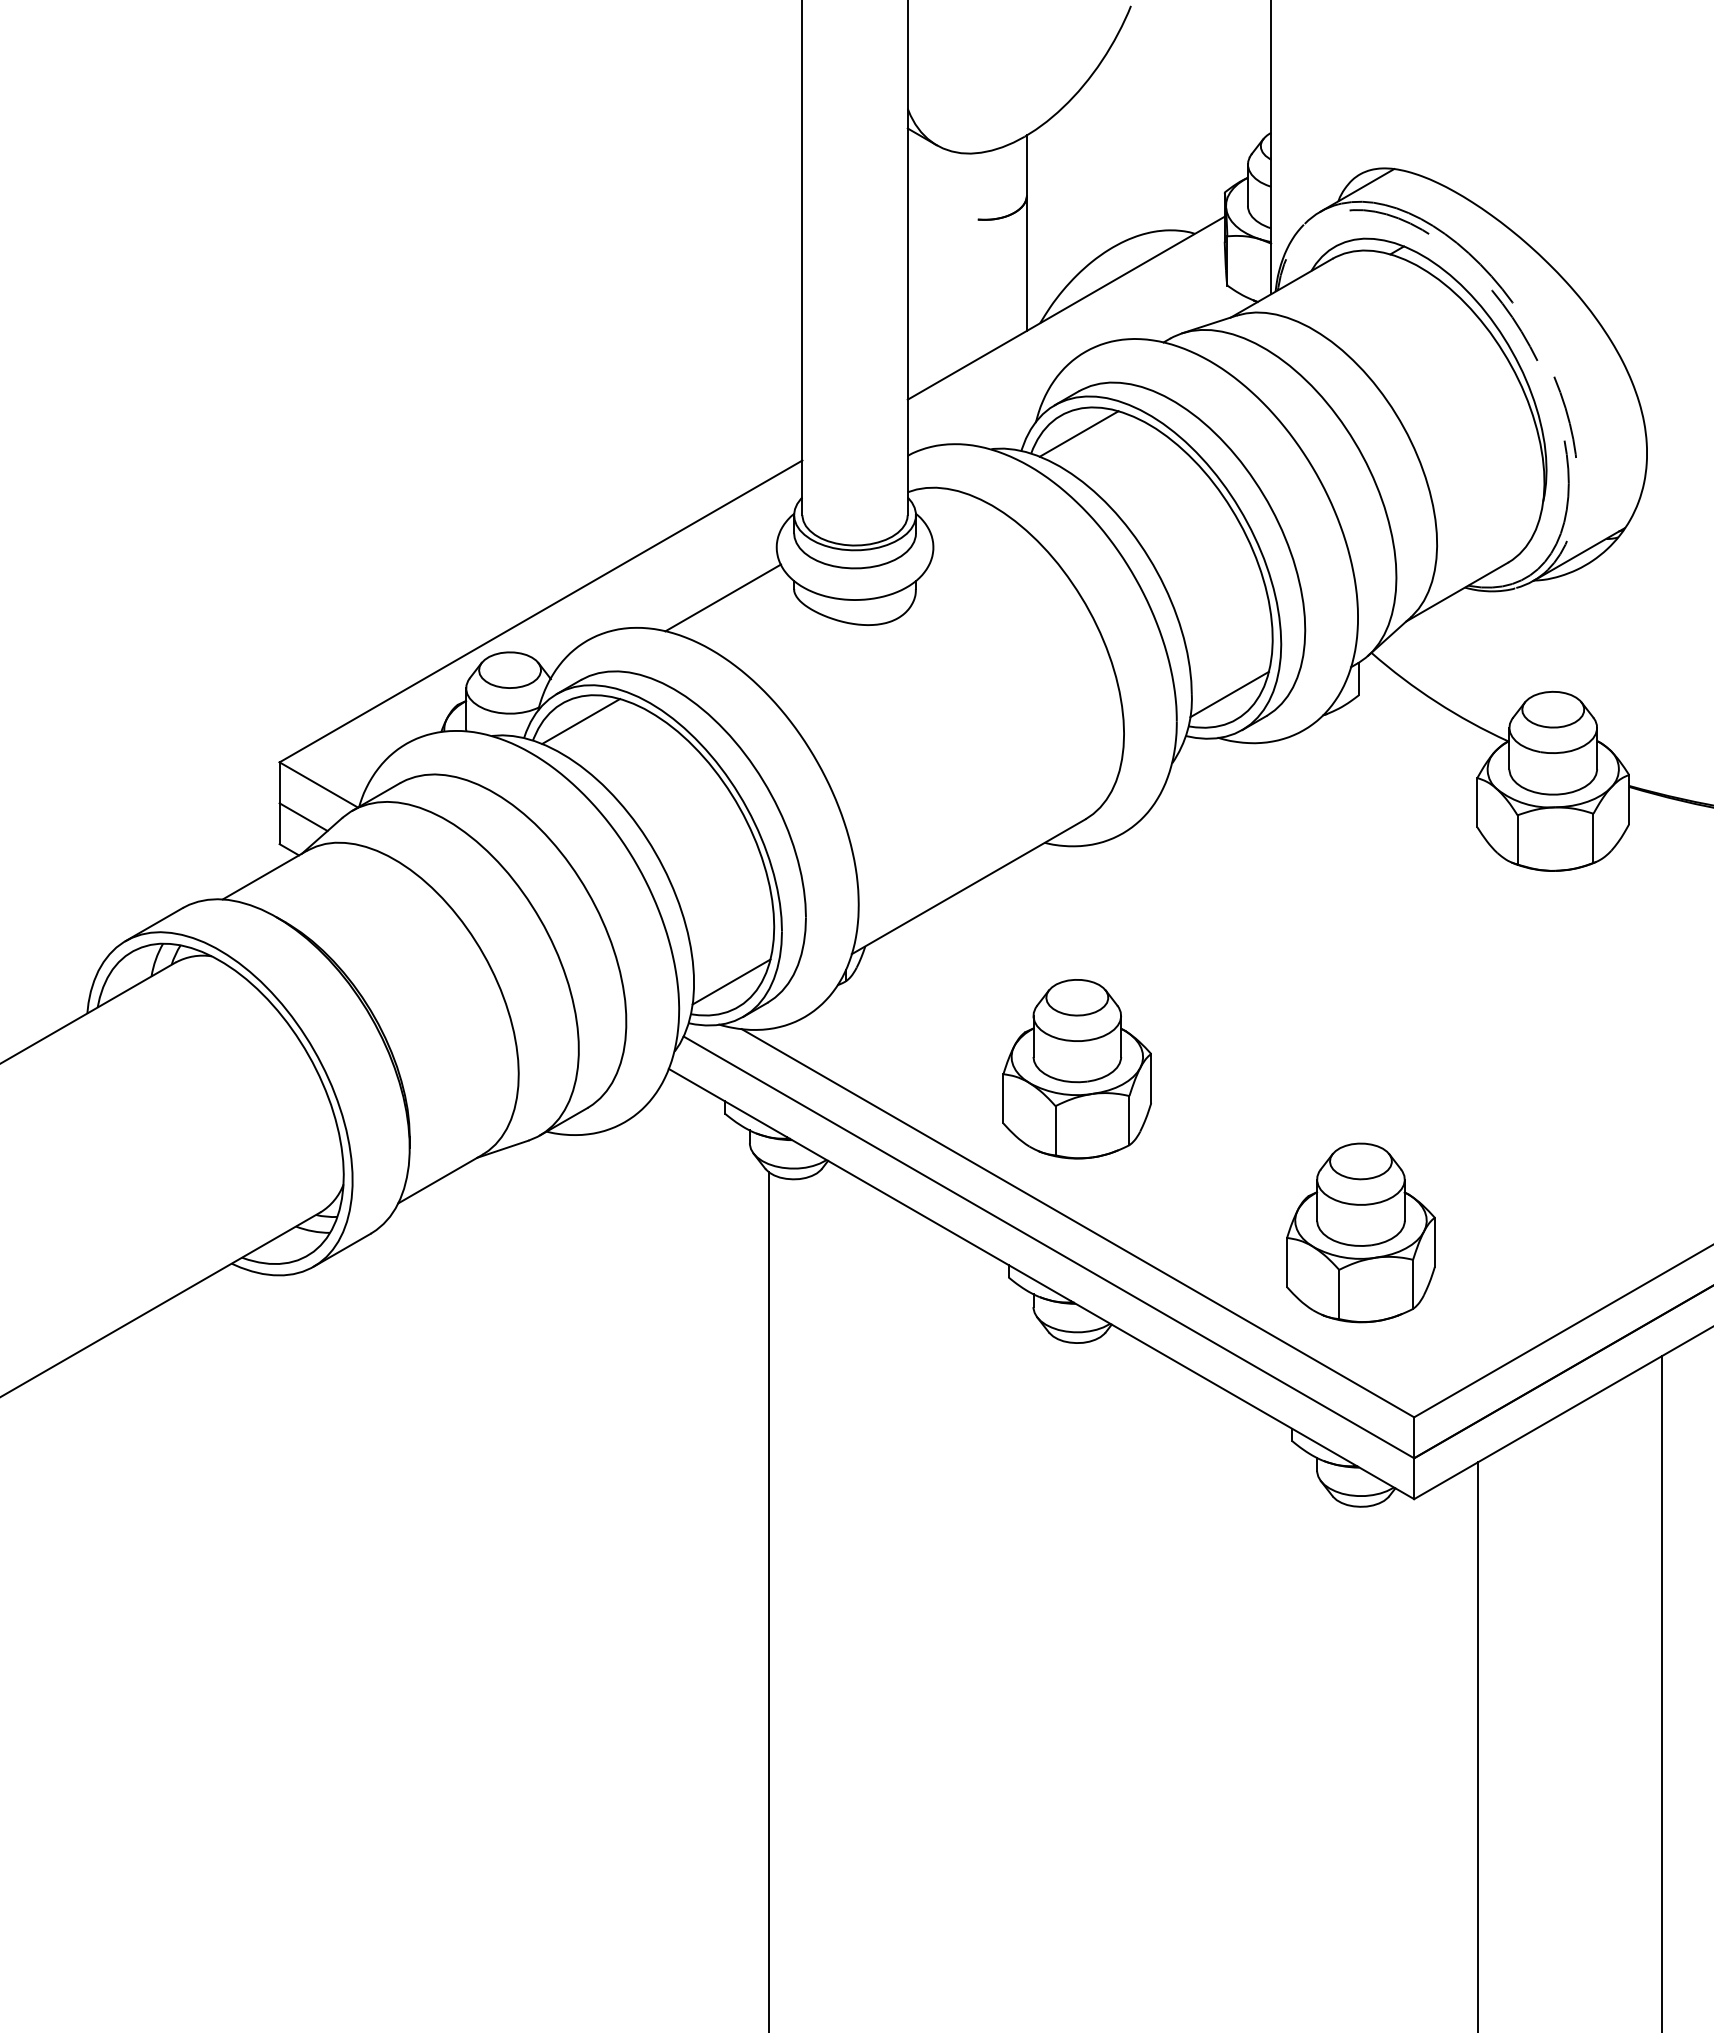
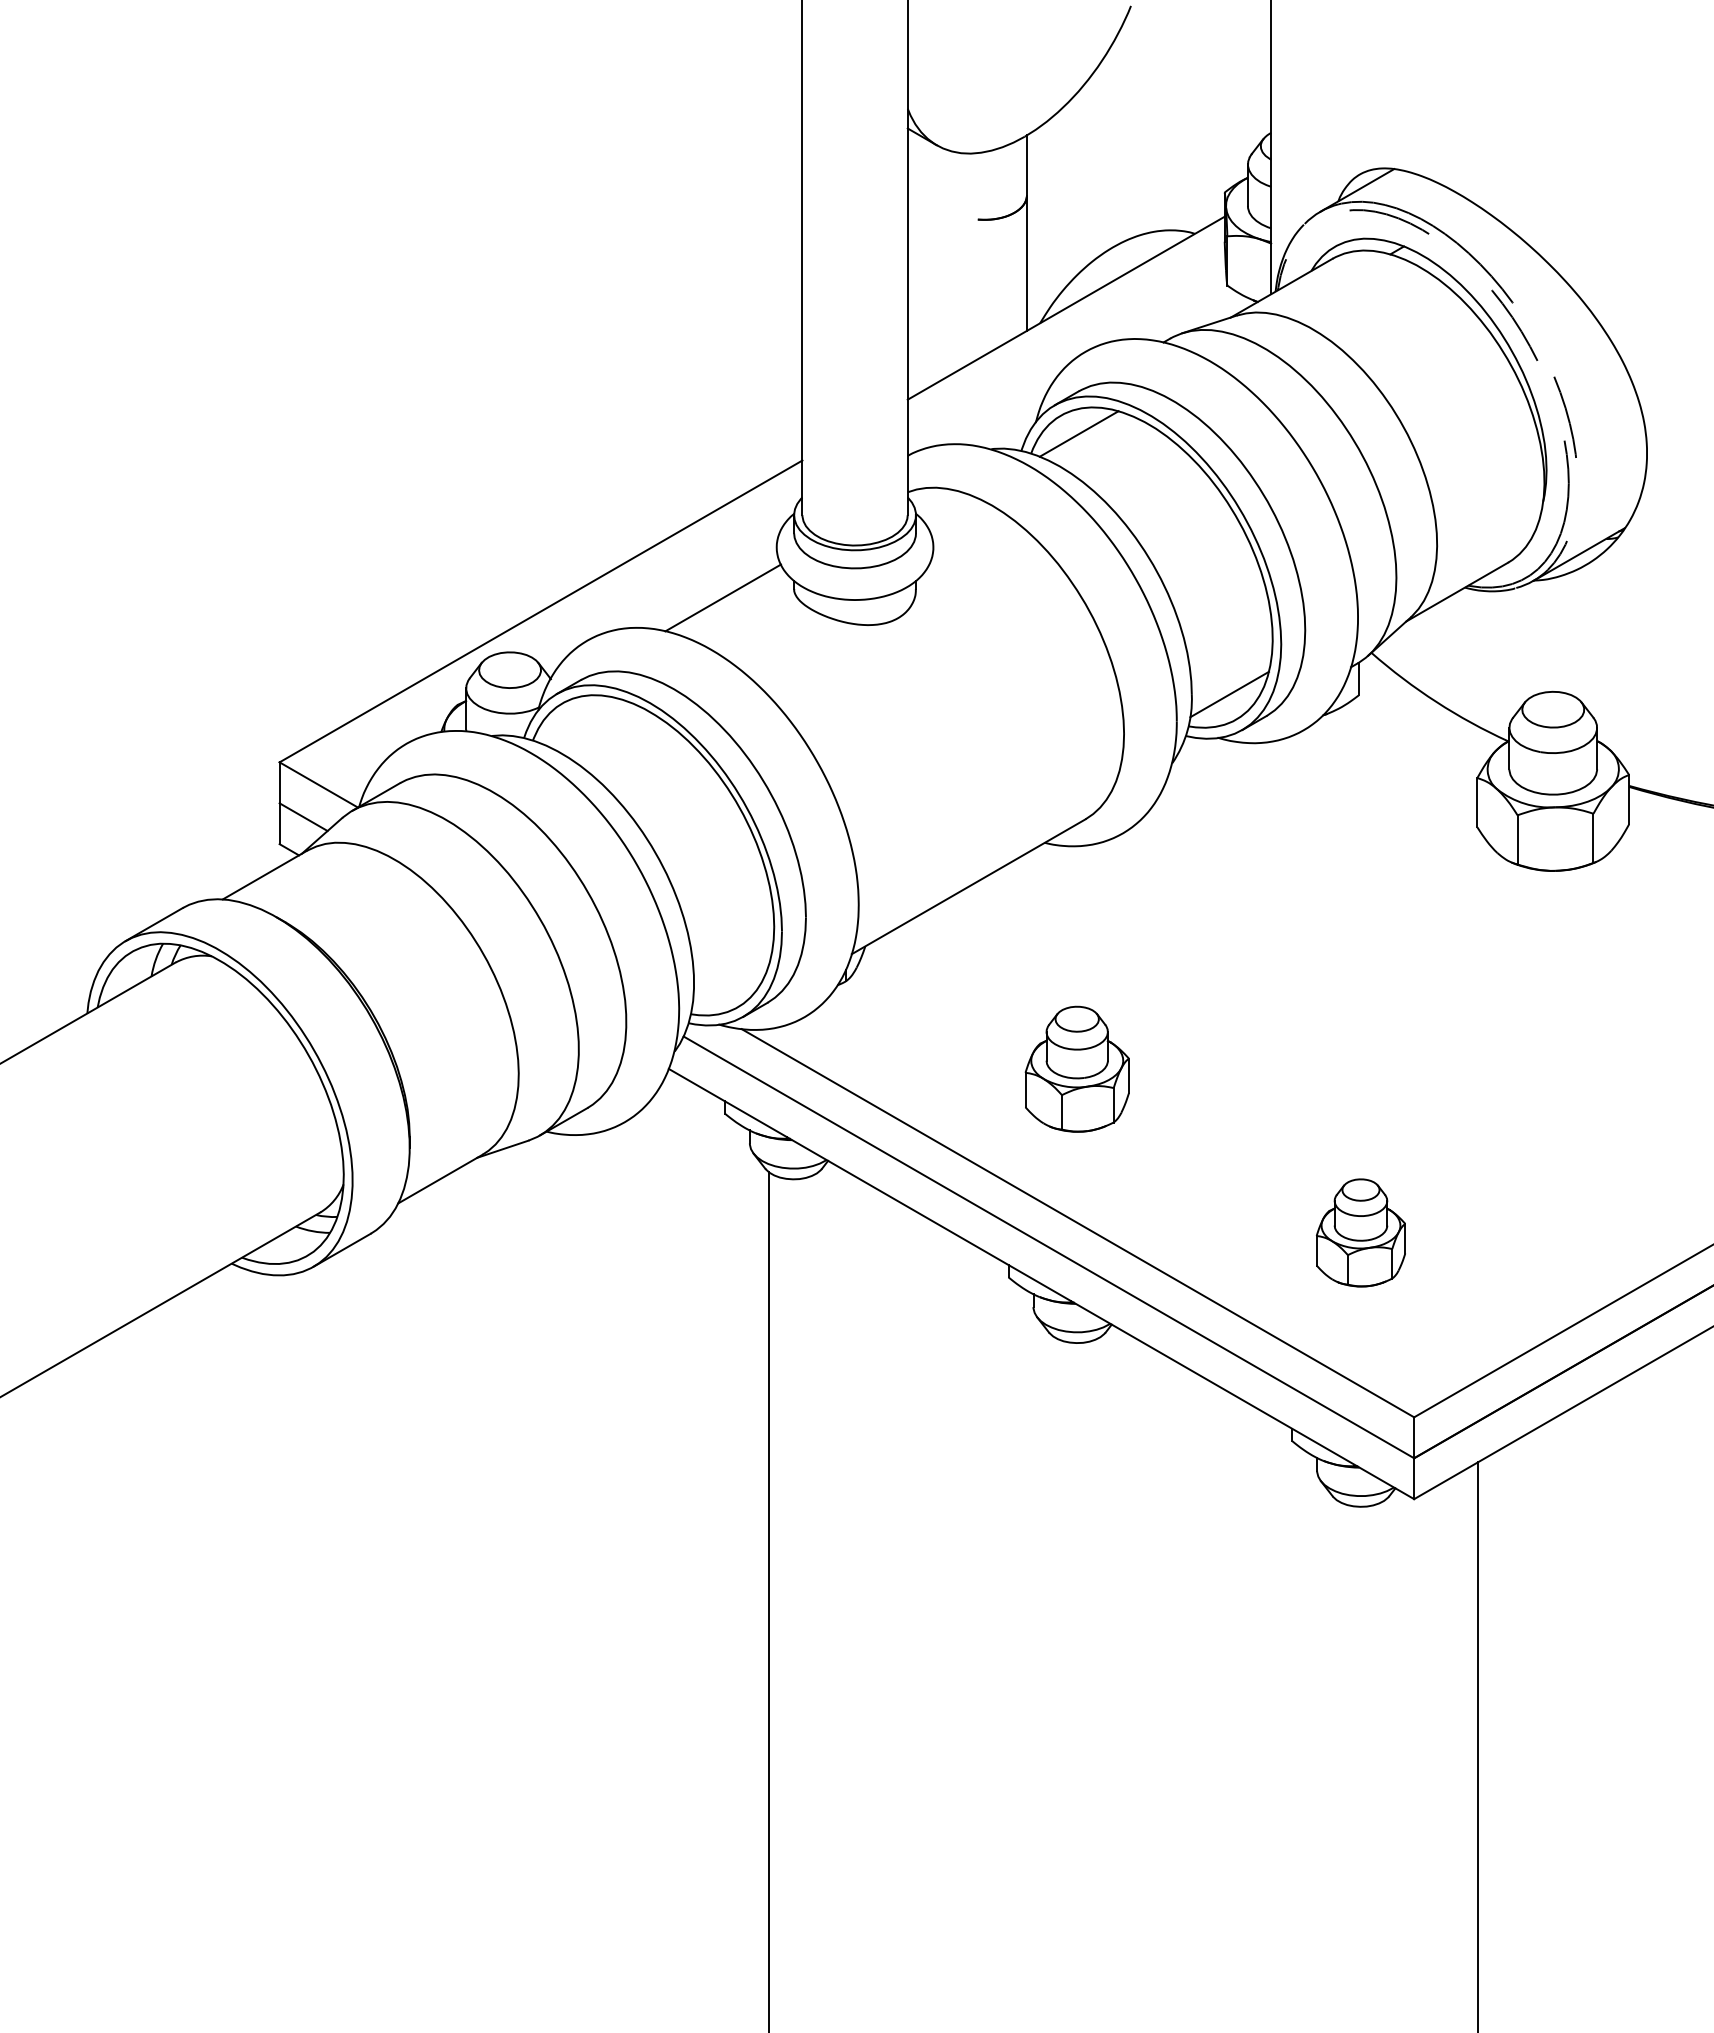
line at (581, 721): present -> none
line at (731, 981): present -> none
part at (1076, 1069) size: 150x181 px -> 106x128 px
part at (1360, 1232) size: 150x182 px -> 90x110 px
line at (1662, 1692): present -> none
